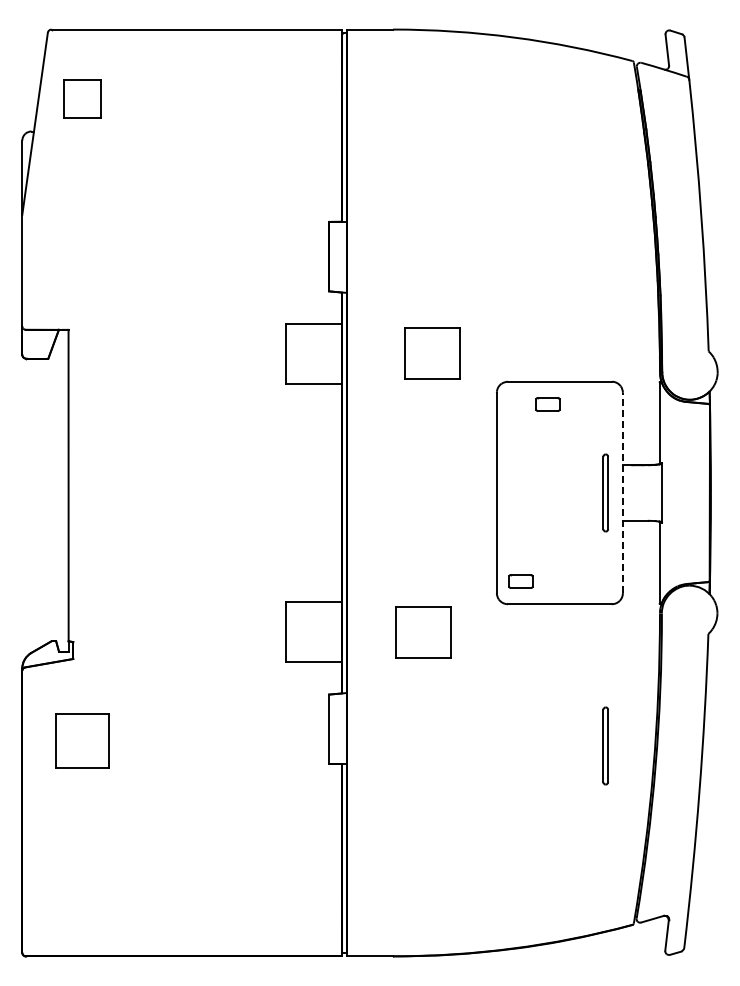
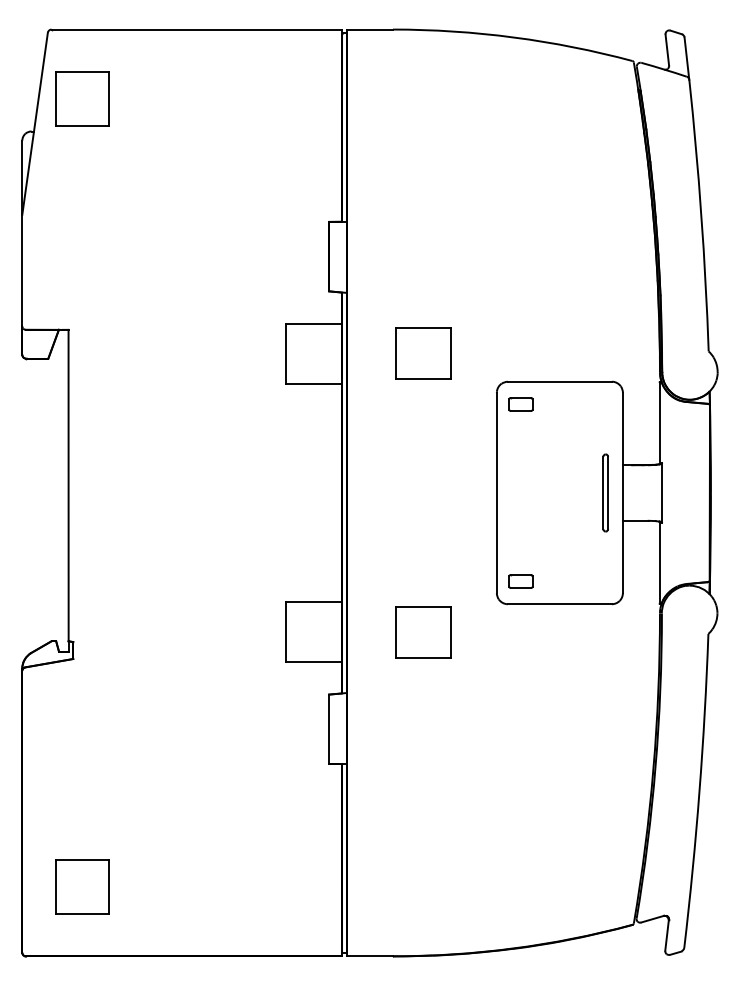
part at (82, 98) size: 39x40 px -> 55x56 px
part at (432, 353) position: (432, 353) -> (423, 353)
part at (547, 404) position: (547, 404) -> (520, 404)
line at (622, 492): dashed -> solid
part at (82, 740) position: (82, 740) -> (82, 886)
part at (605, 745): present -> none
